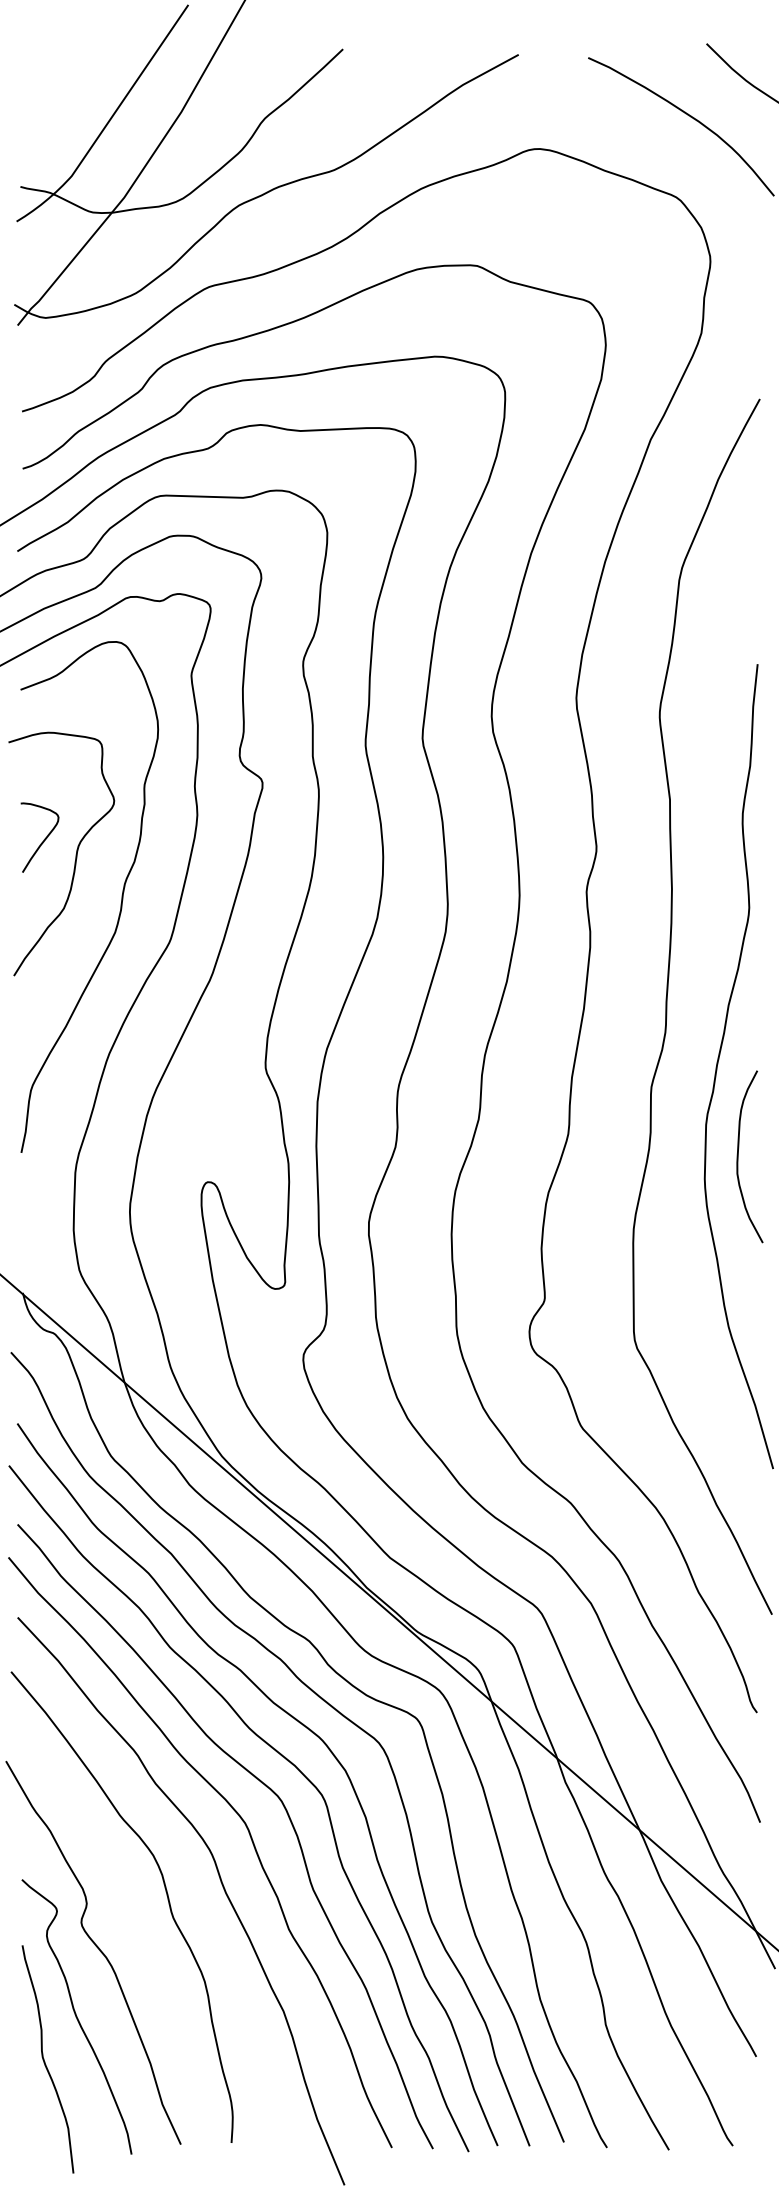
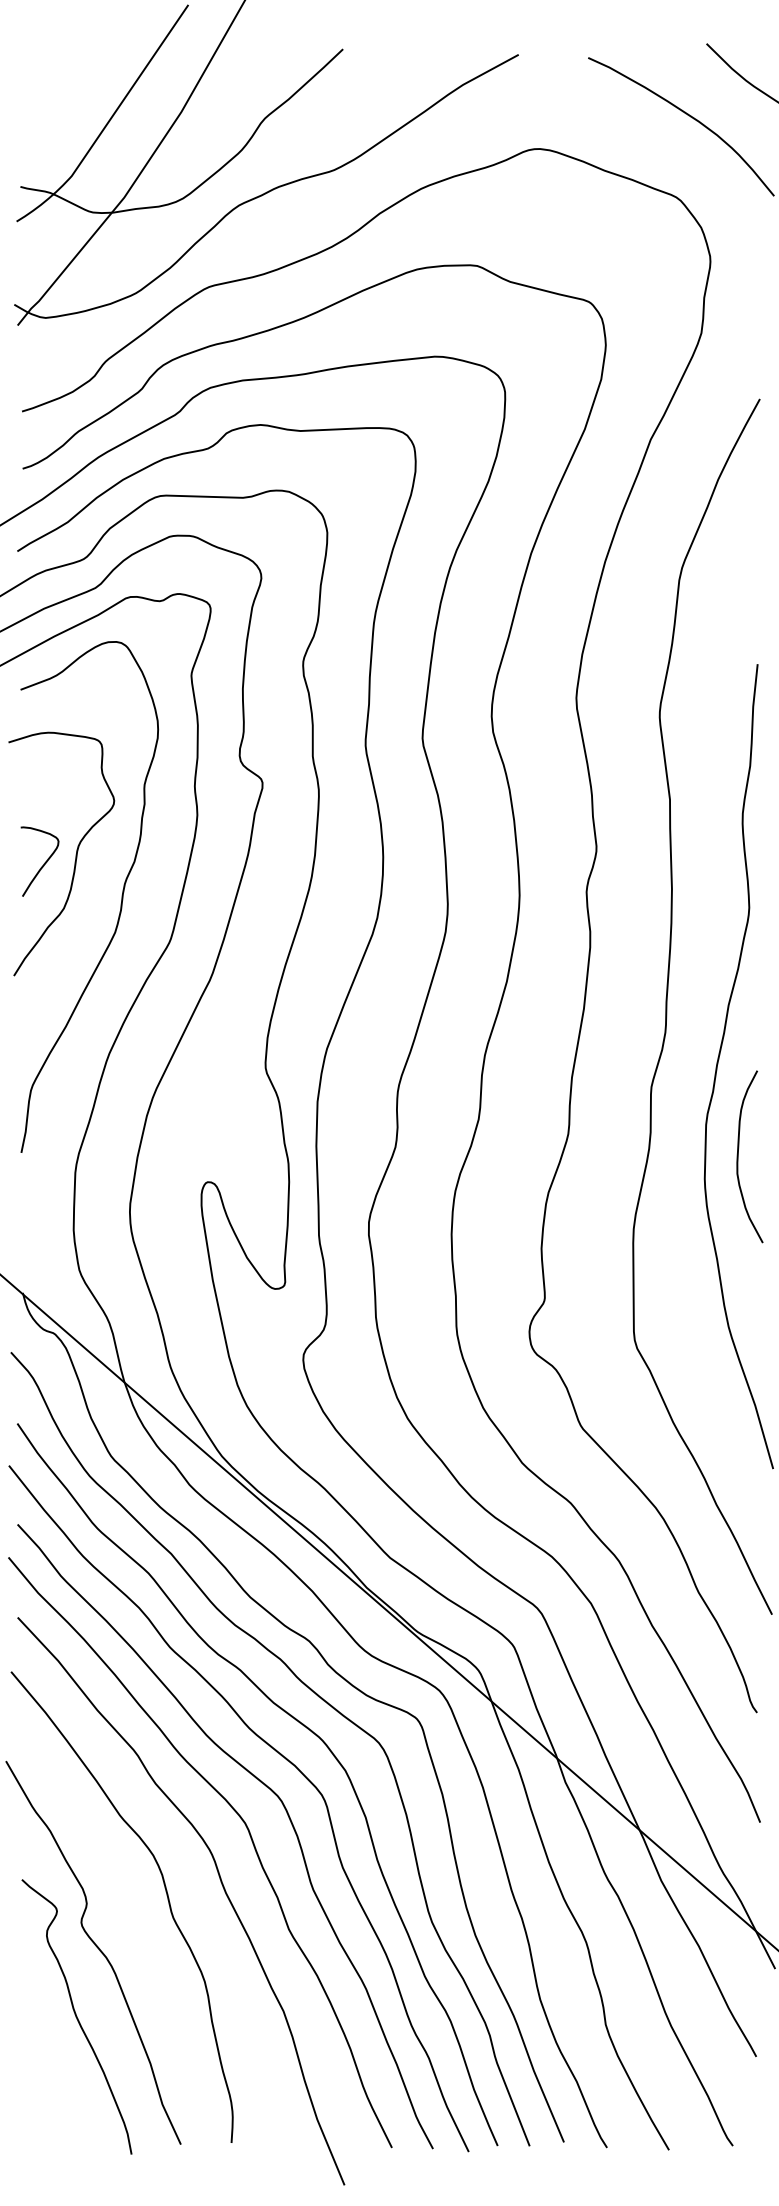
curve at (43, 840) position: (43, 840) -> (43, 864)
curve at (45, 2061): present -> none
